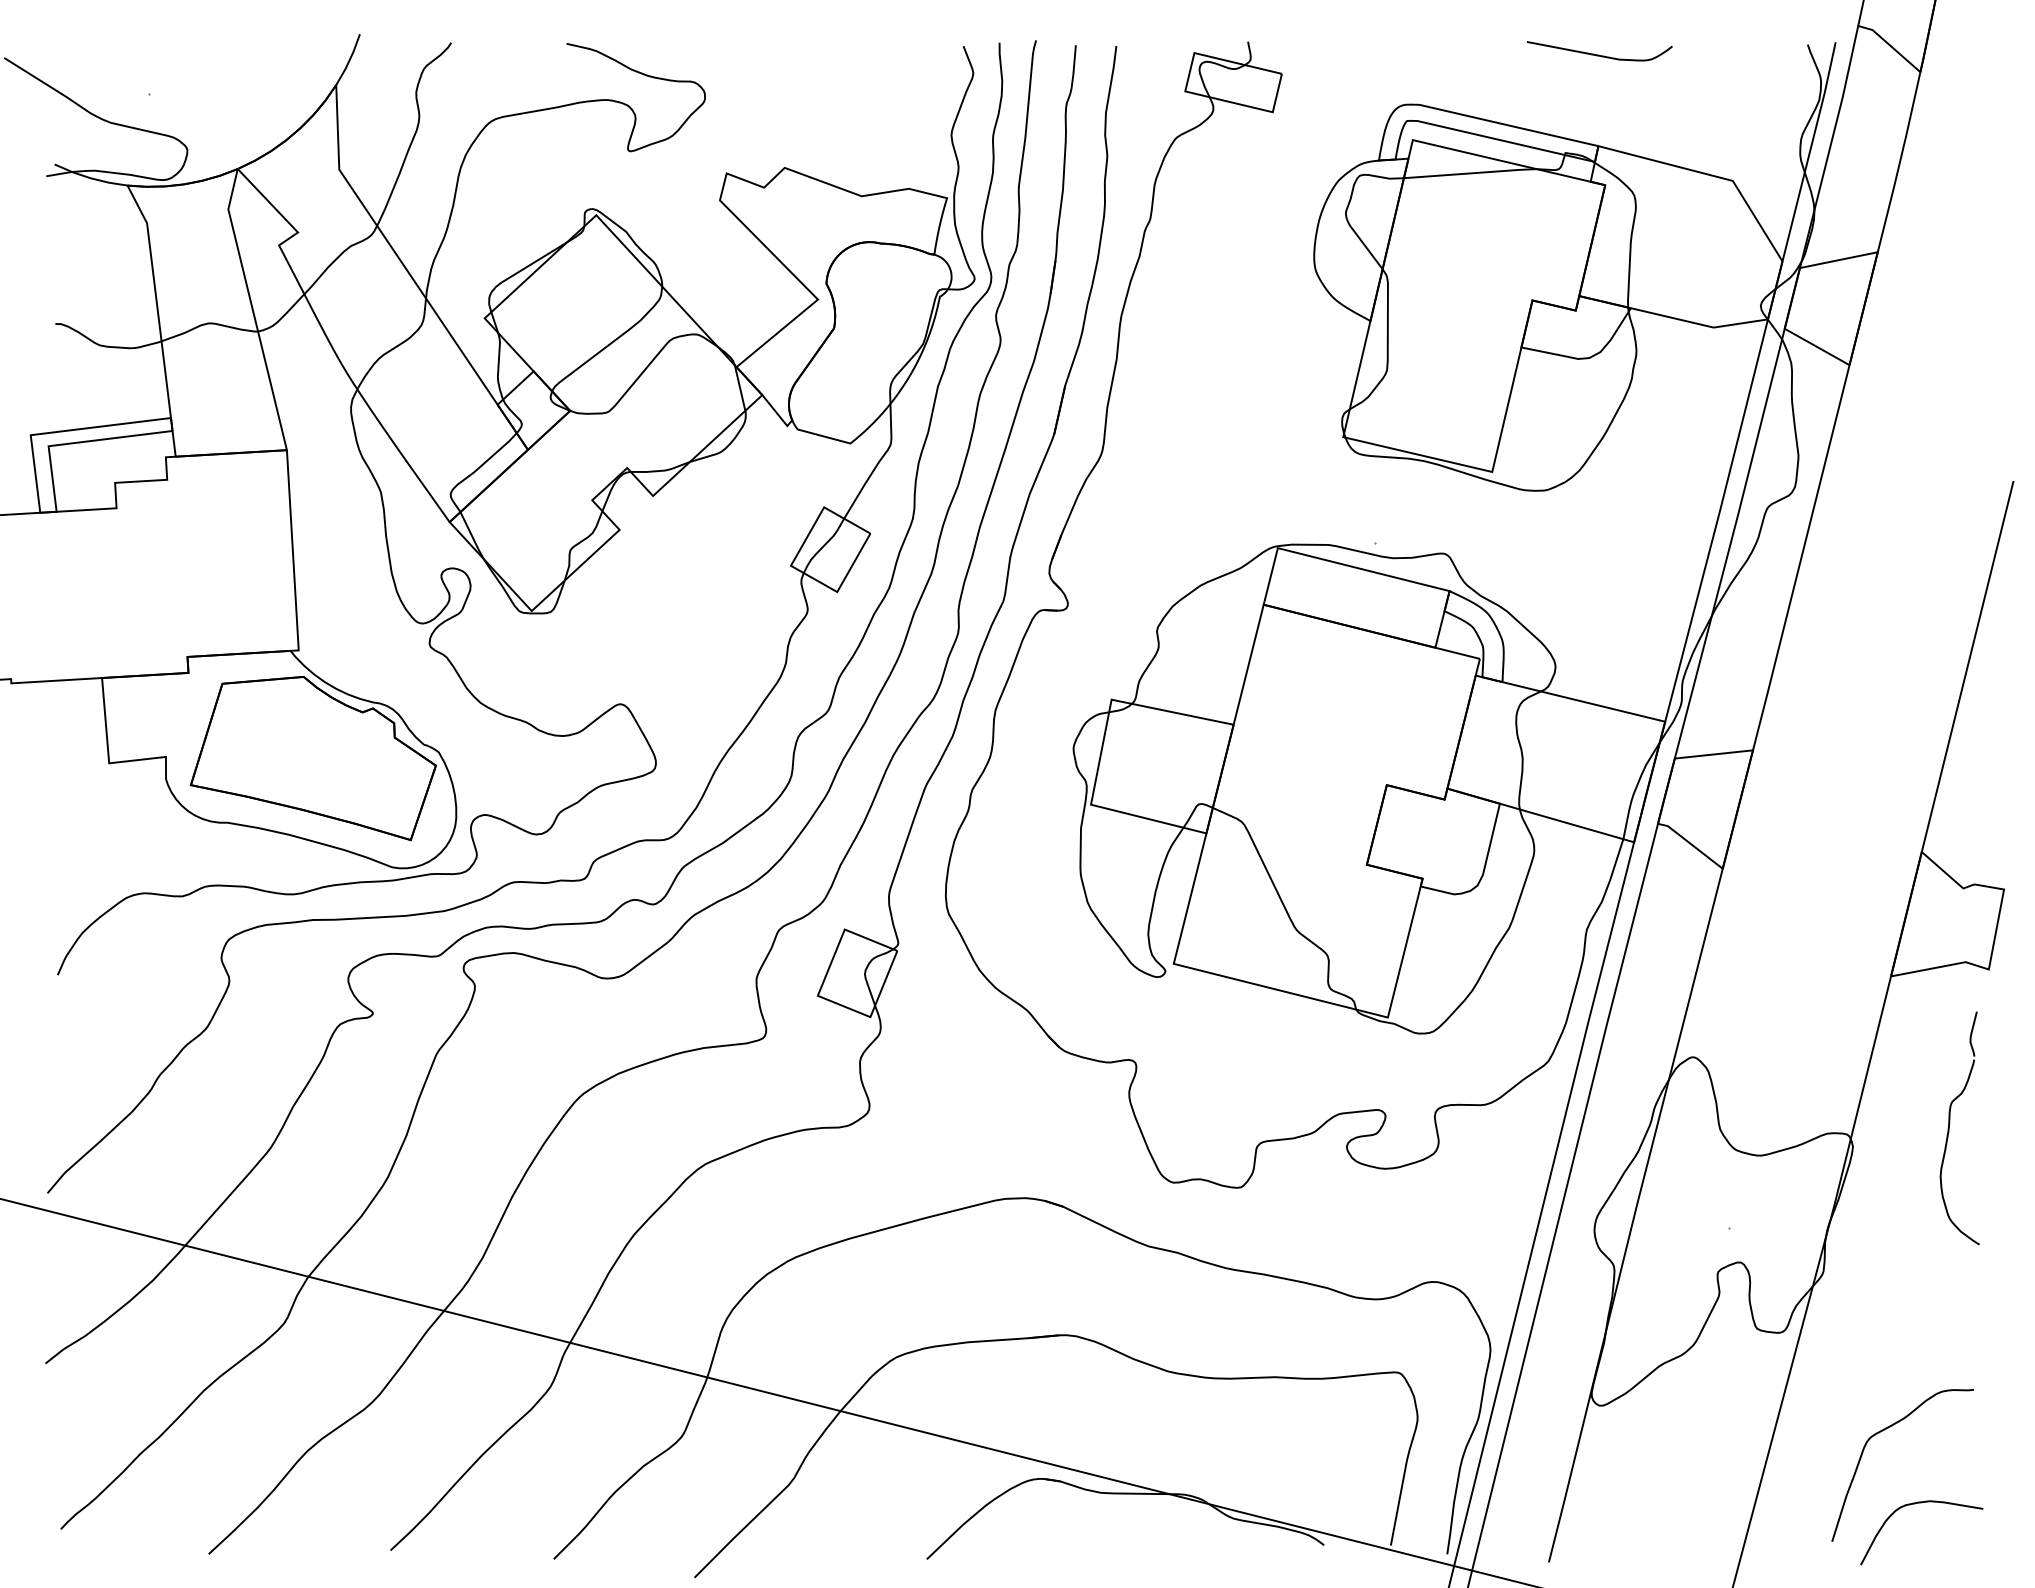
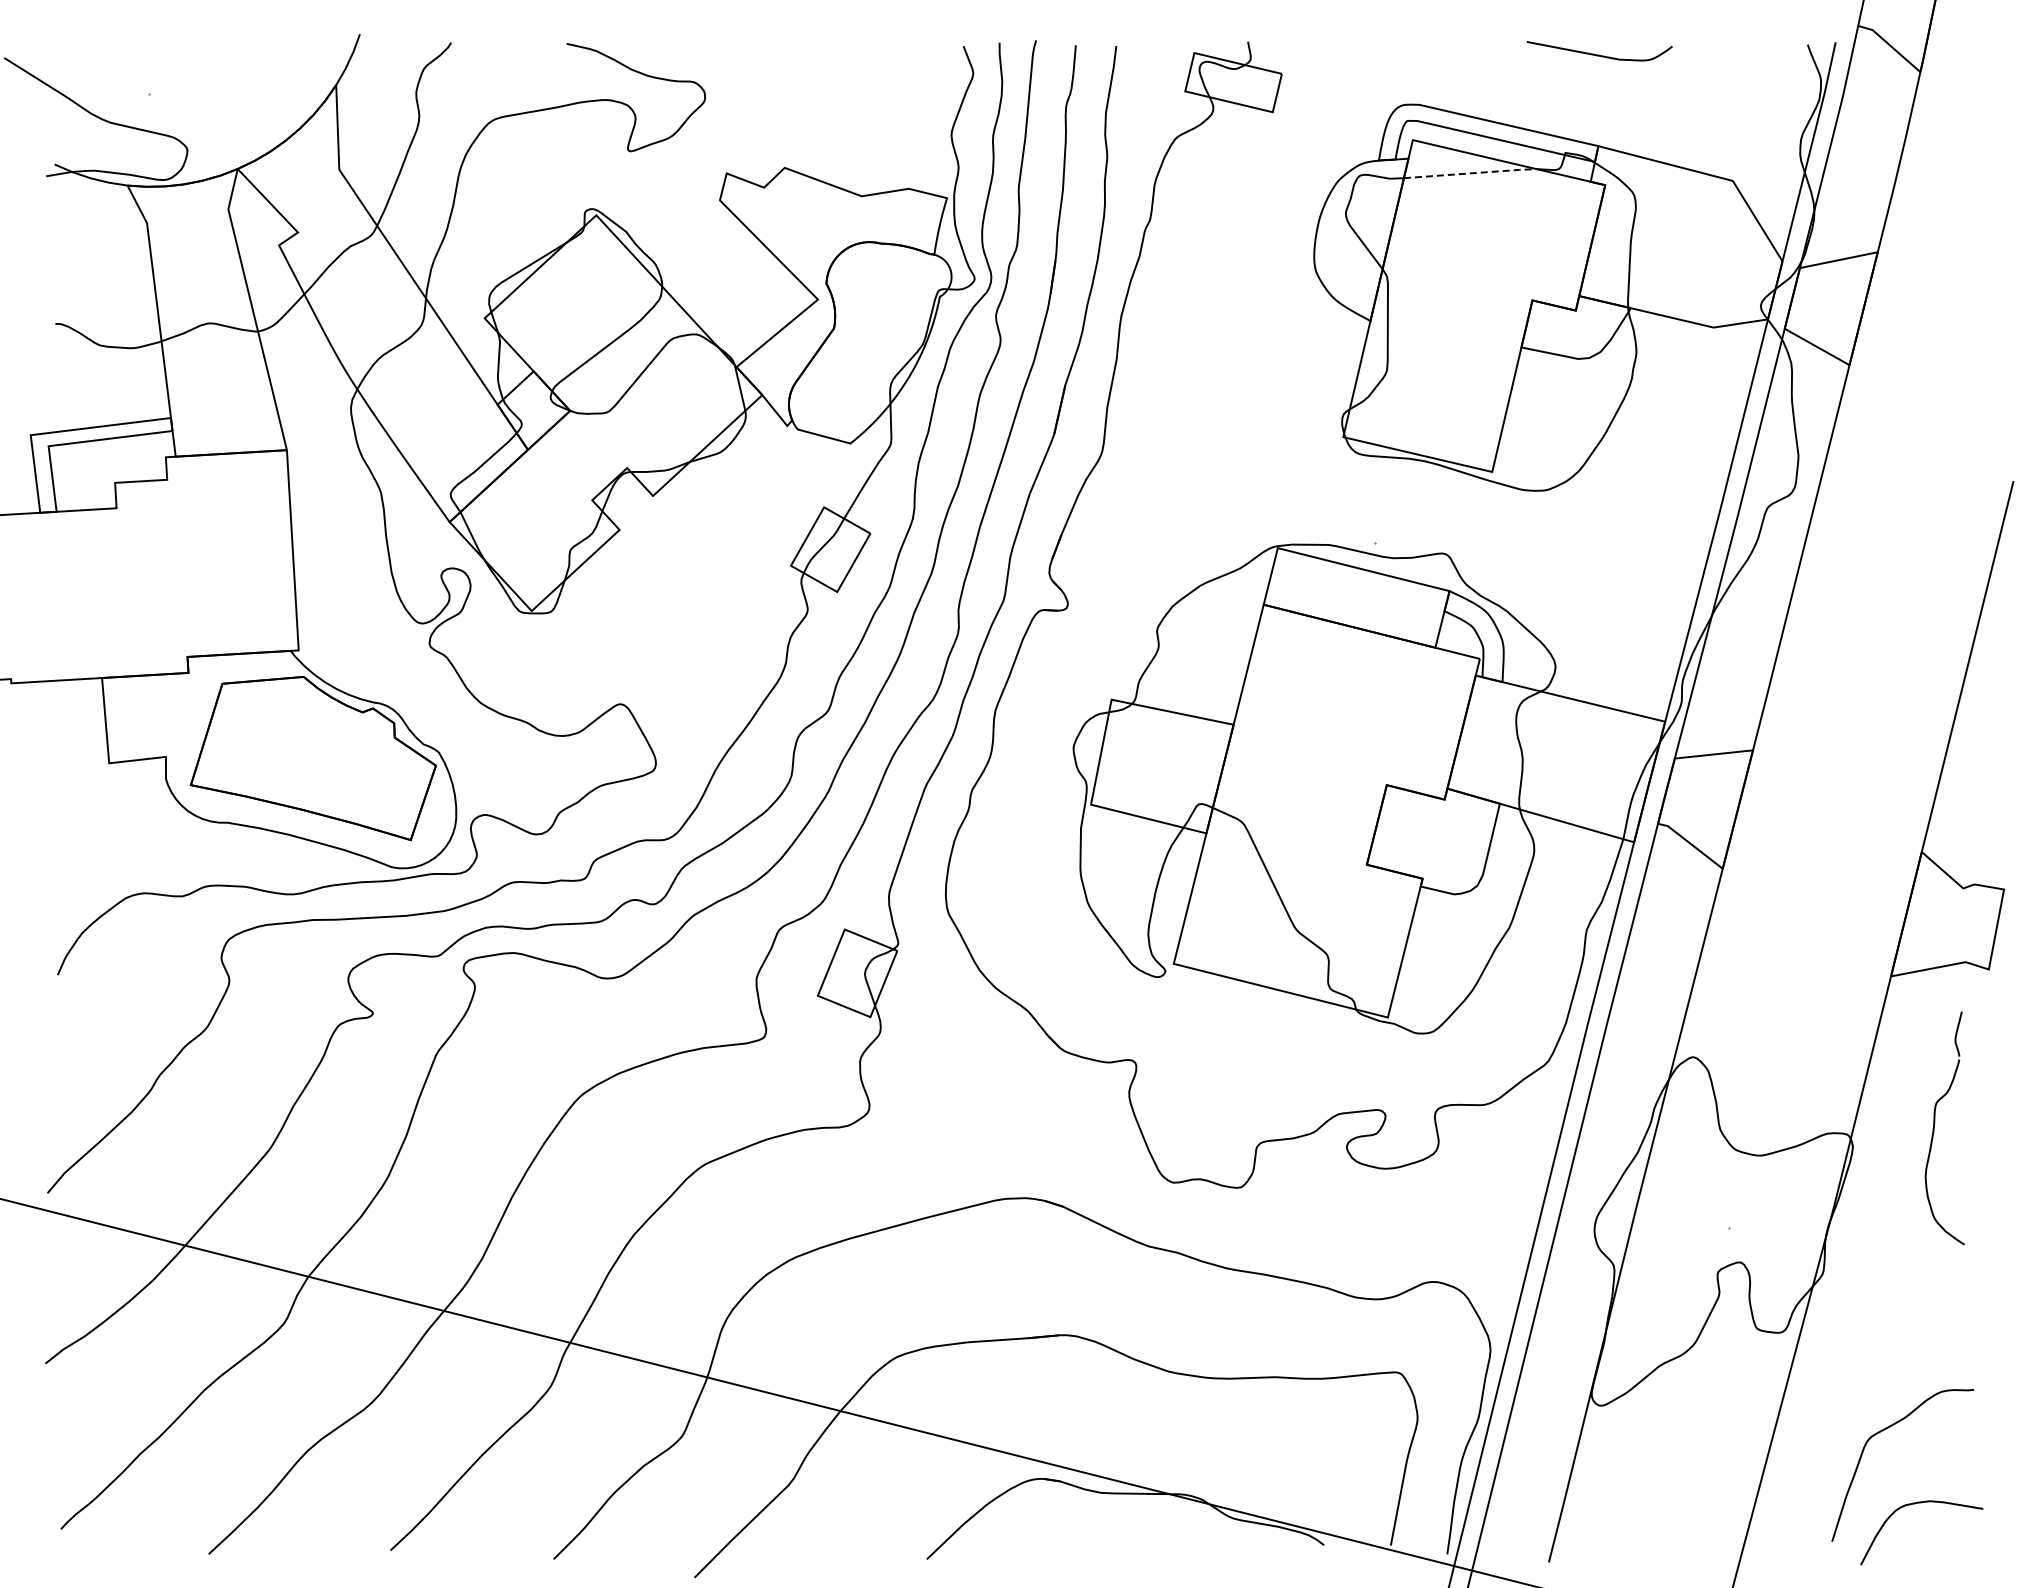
line at (1471, 173): solid -> dashed
part at (1949, 1128) position: (1949, 1128) -> (1934, 1128)
